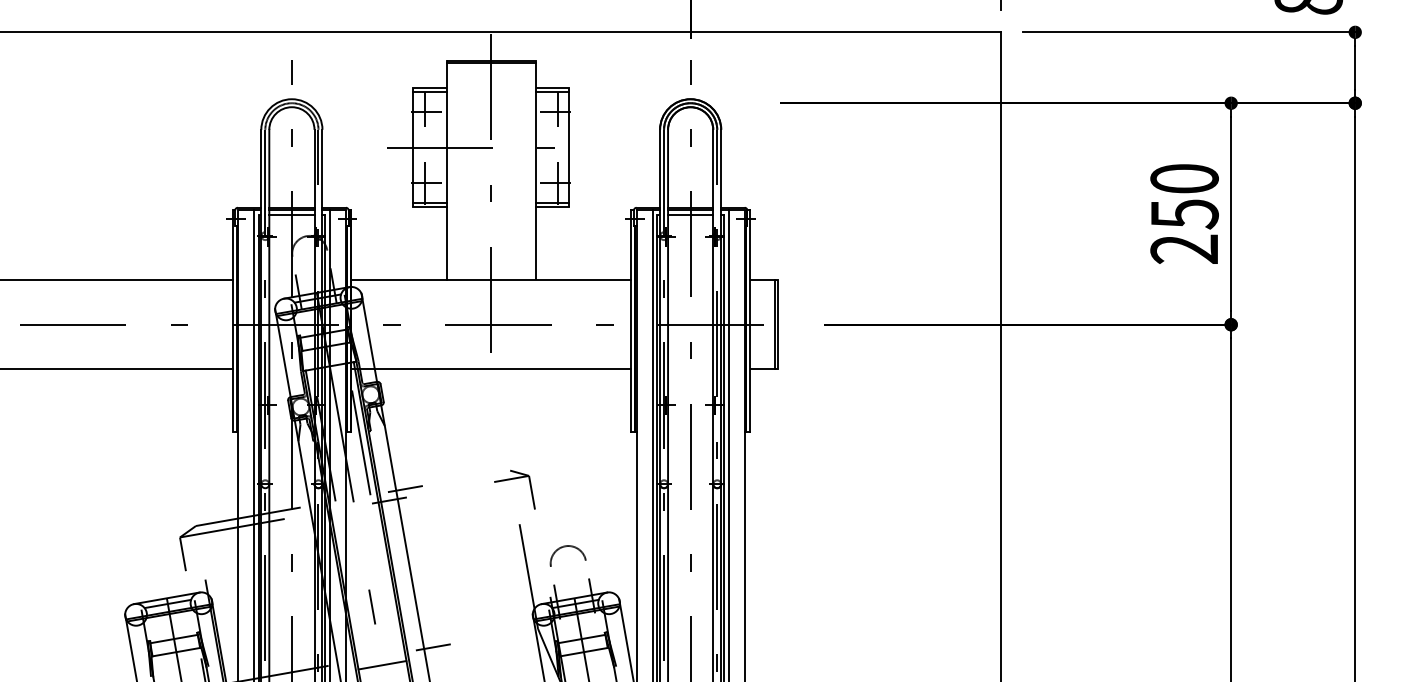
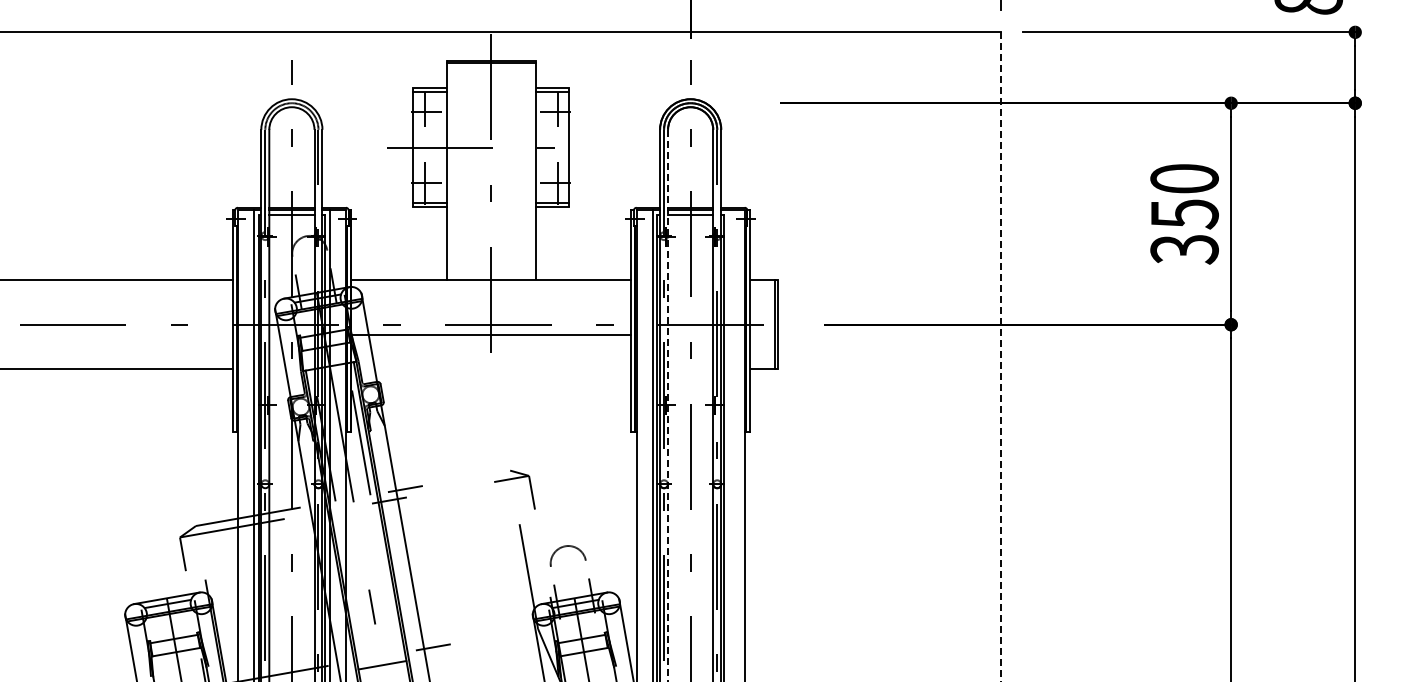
text at (1184, 249): 250 -> 350
line at (1000, 357): solid -> dashed
line at (491, 369) position: (491, 369) -> (491, 335)
line at (668, 405): solid -> dashed
line at (728, 444): present -> none
